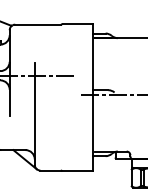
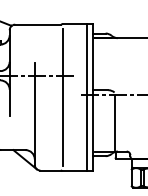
line at (62, 97): none -> present
line at (87, 97): none -> present
line at (115, 122): none -> present
